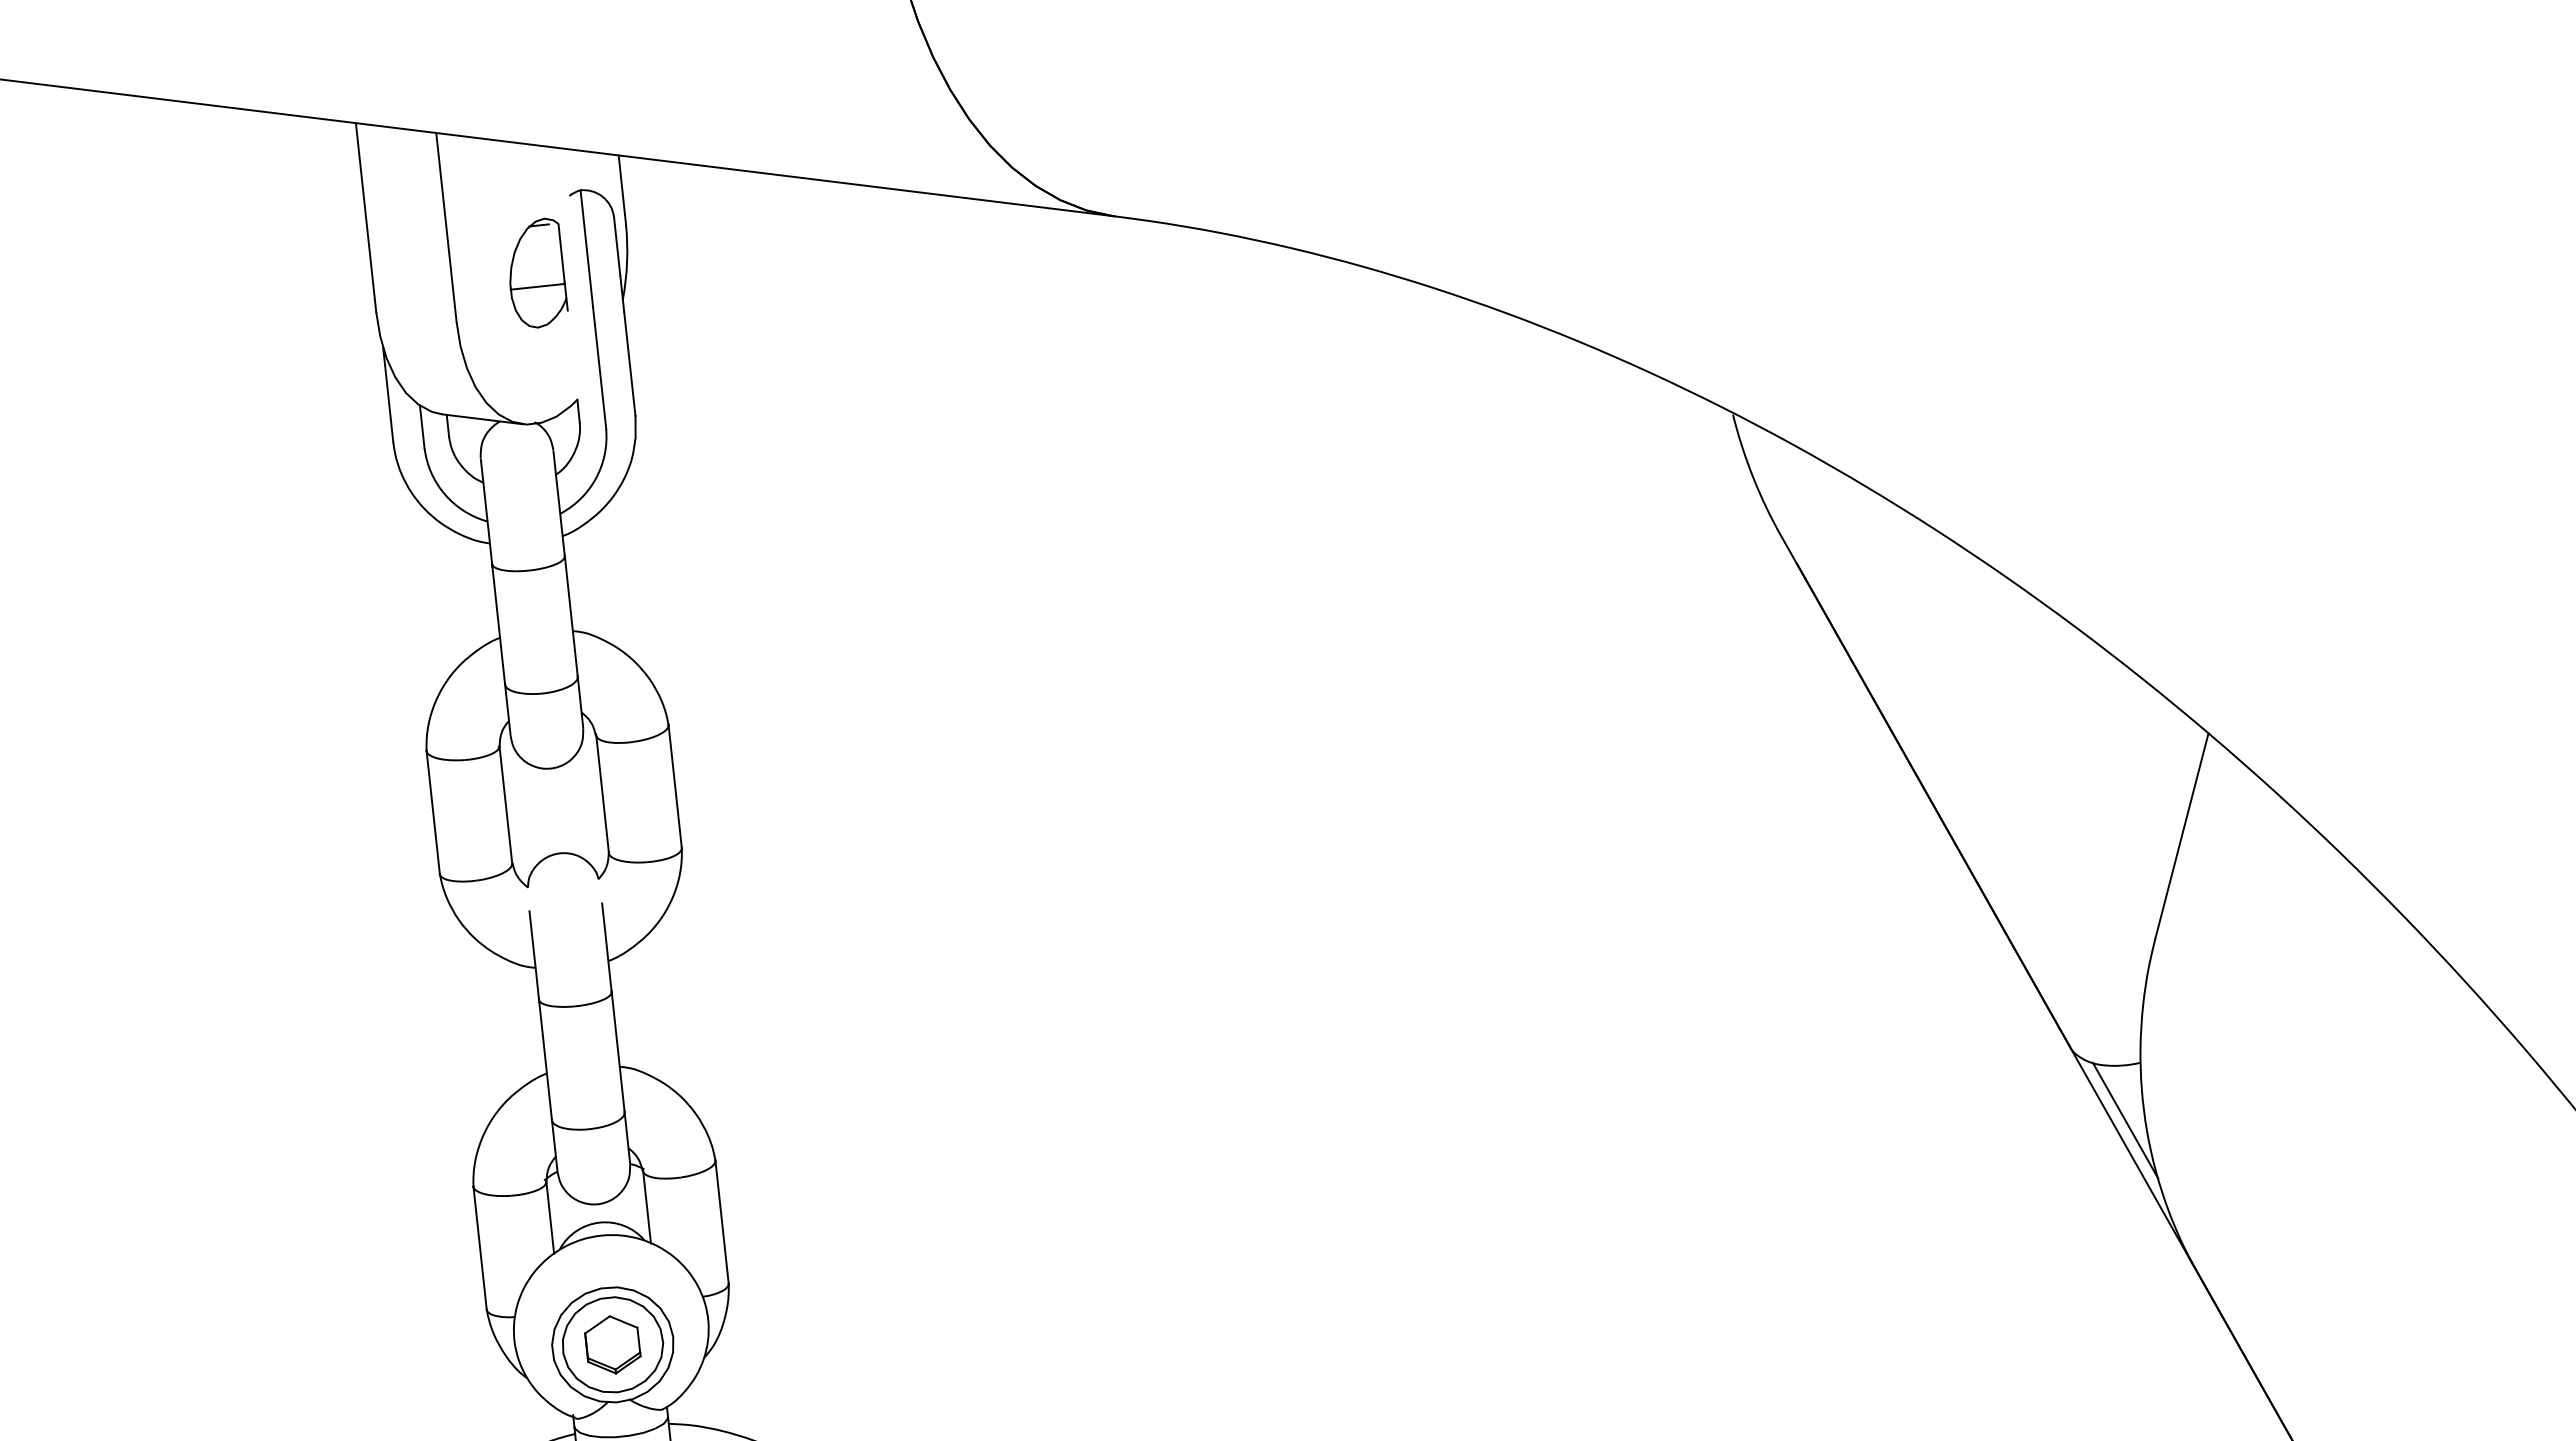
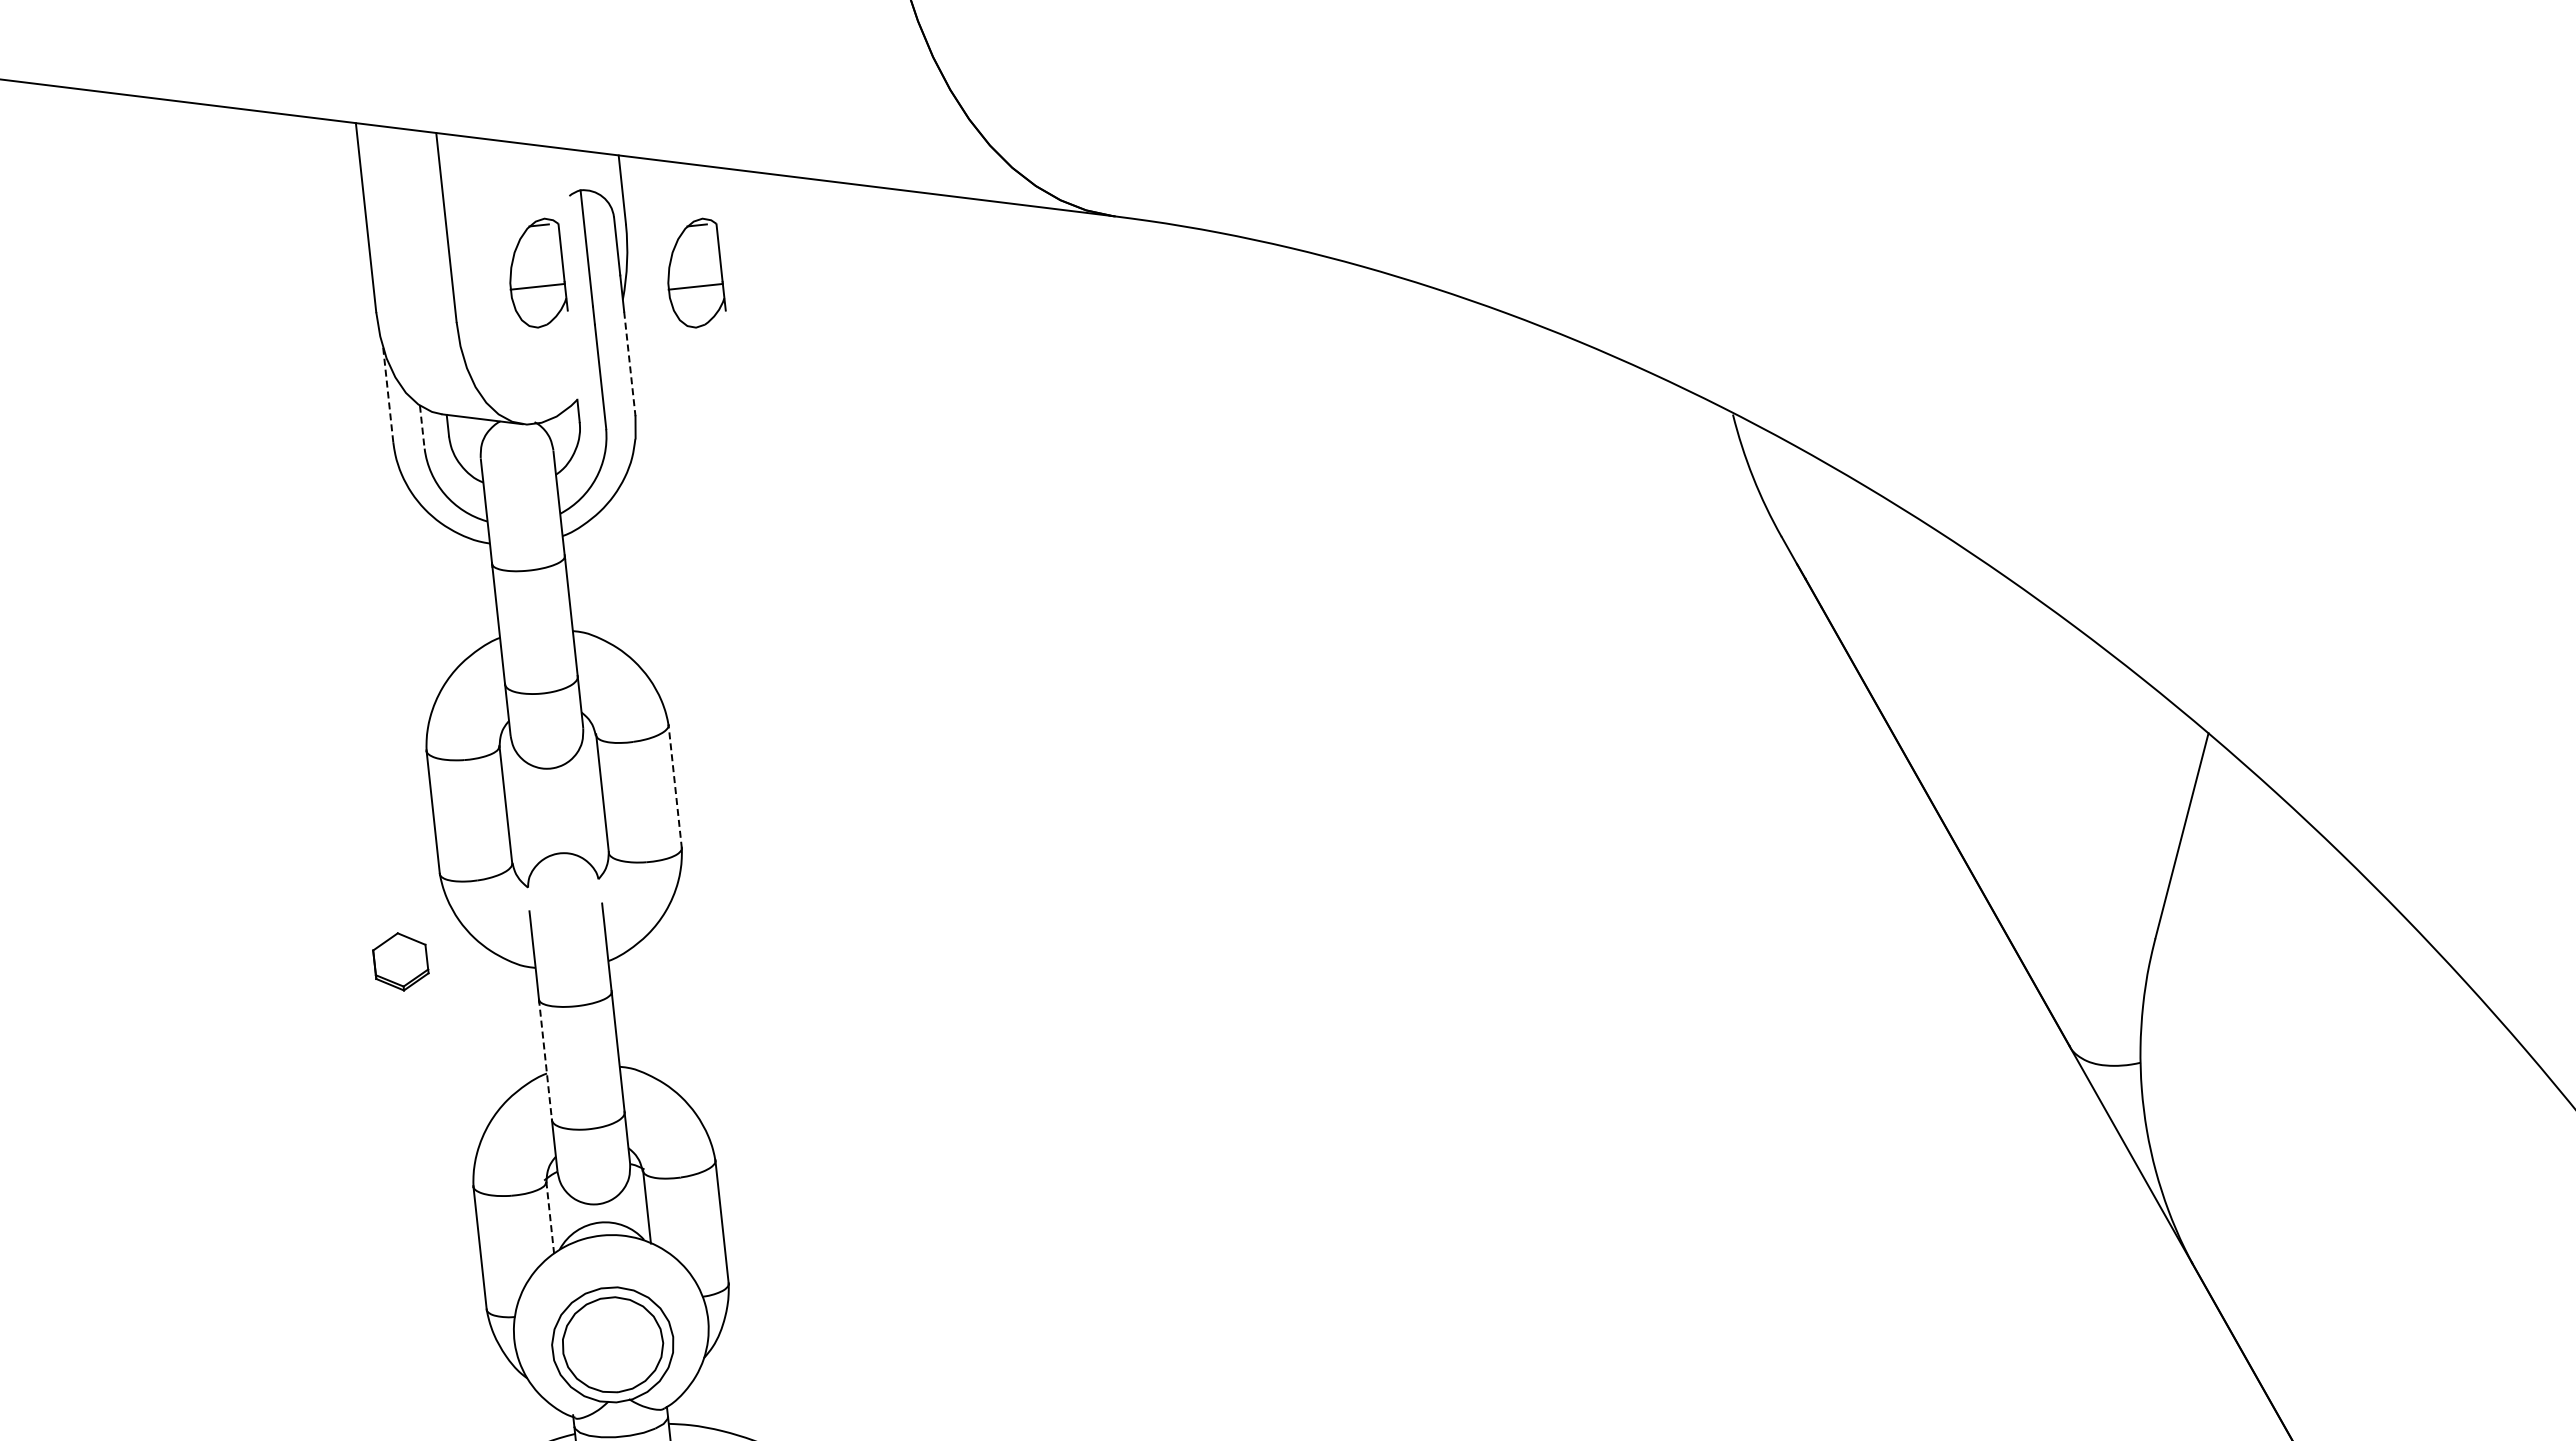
part at (696, 272): none -> present
line at (629, 363): solid -> dashed
line at (388, 394): solid -> dashed
line at (422, 427): solid -> dashed
line at (675, 786): solid -> dashed
line at (545, 1059): solid -> dashed
line at (2125, 1120): present -> none
line at (550, 1217): solid -> dashed
part at (612, 1344) position: (612, 1344) -> (400, 961)
